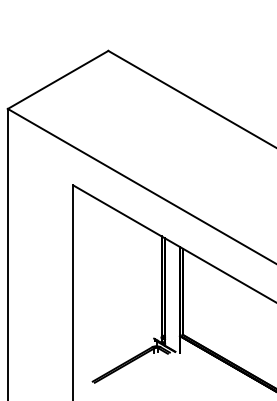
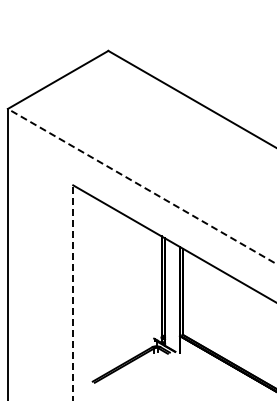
line at (142, 186): solid -> dashed
line at (73, 293): solid -> dashed
